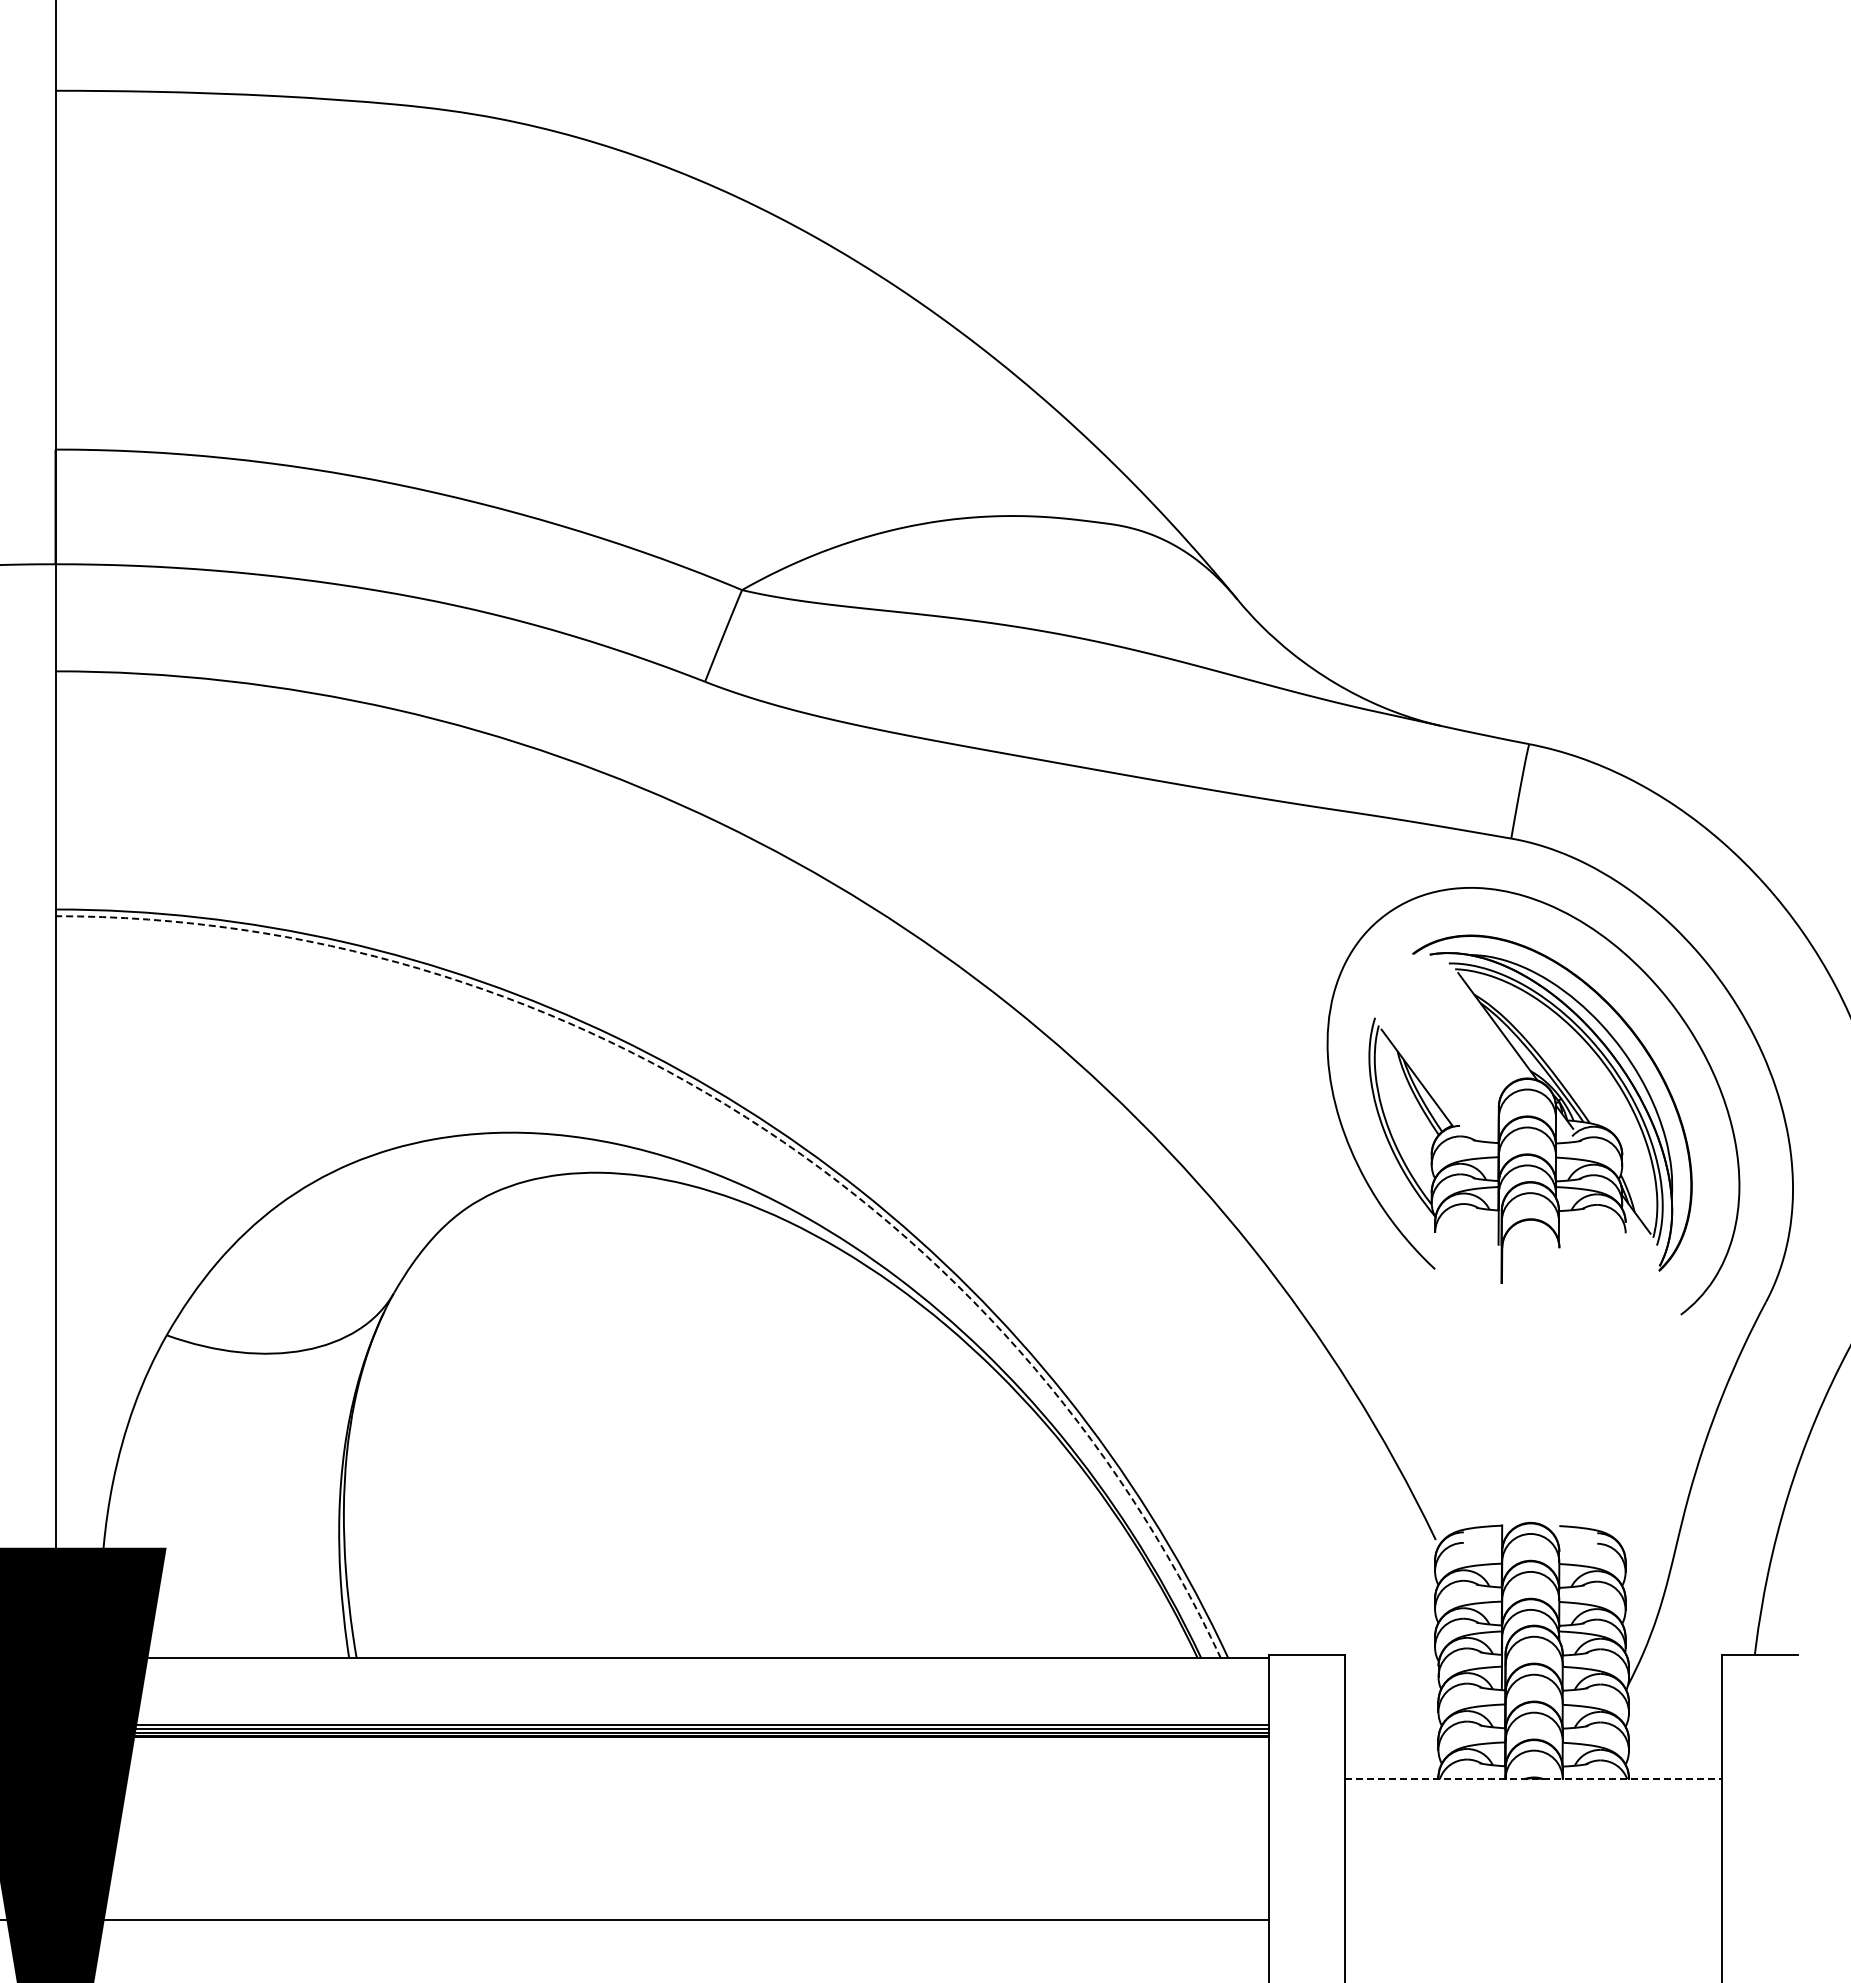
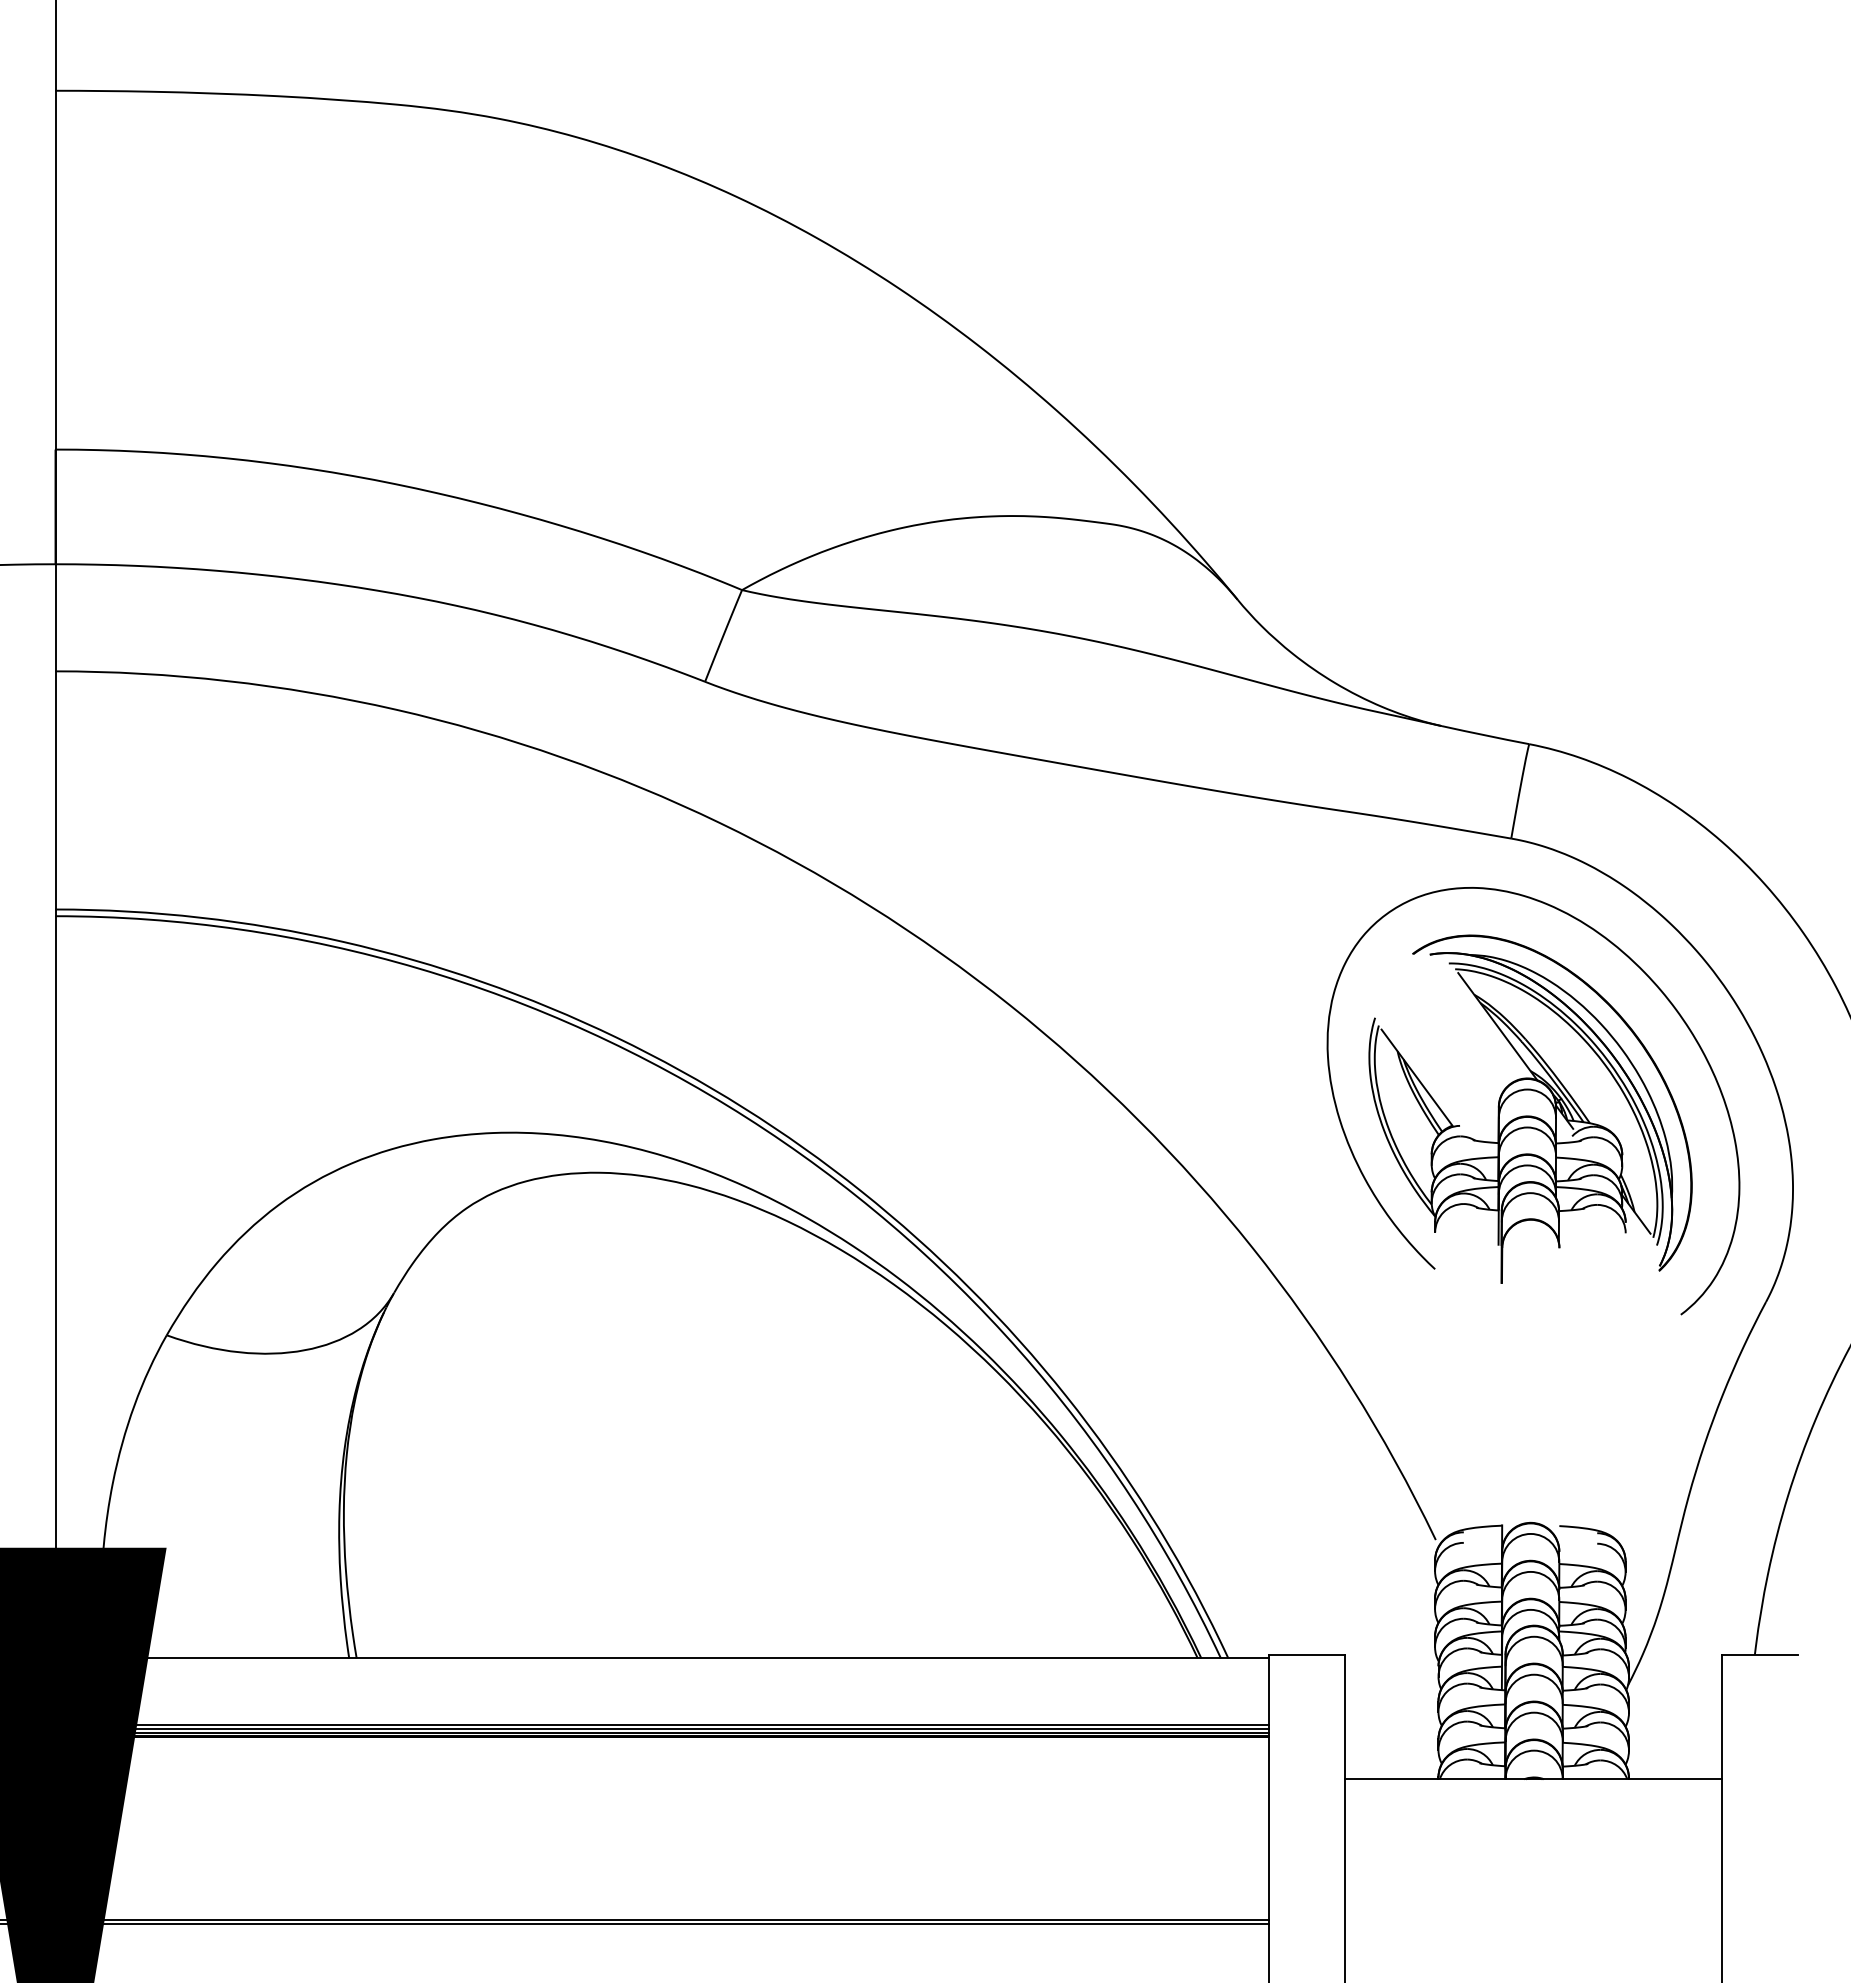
arc at (746, 1117): dashed -> solid
line at (1533, 1779): dashed -> solid
line at (635, 1923): none -> present
